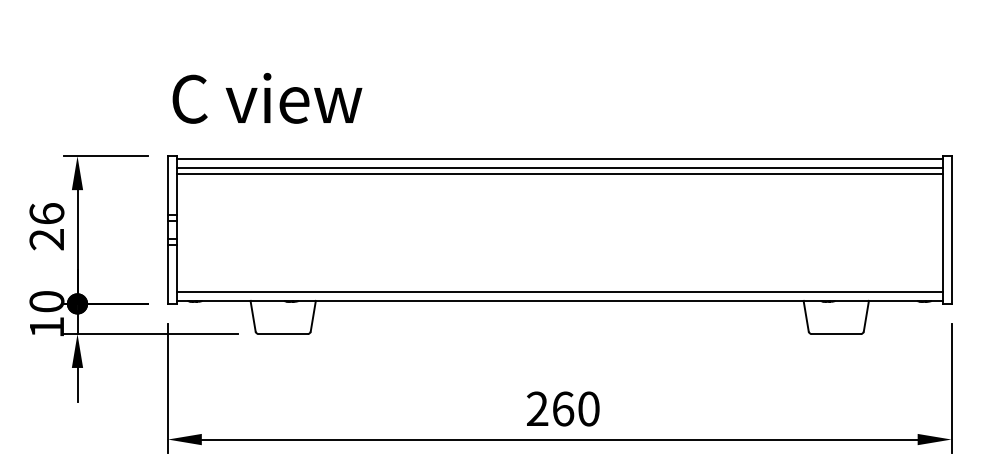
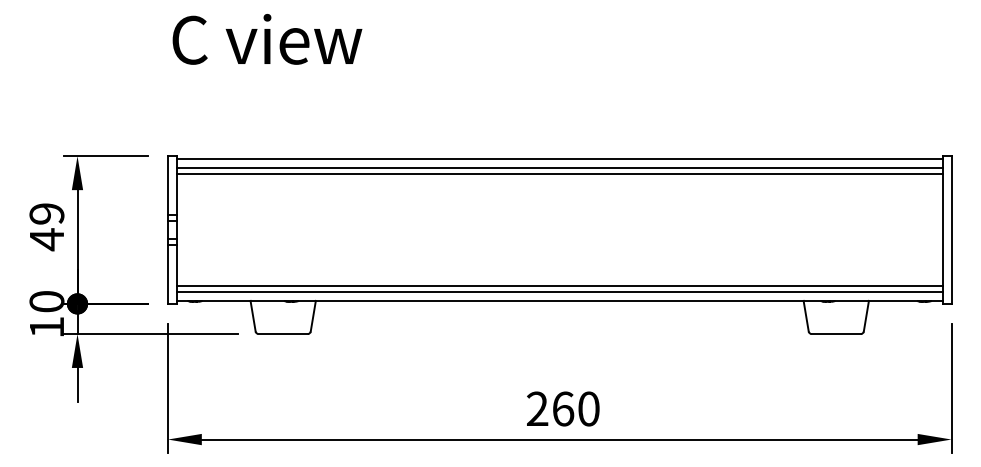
text at (267, 98) position: (267, 98) -> (267, 39)
text at (46, 227): 26 -> 49
line at (559, 285): none -> present
